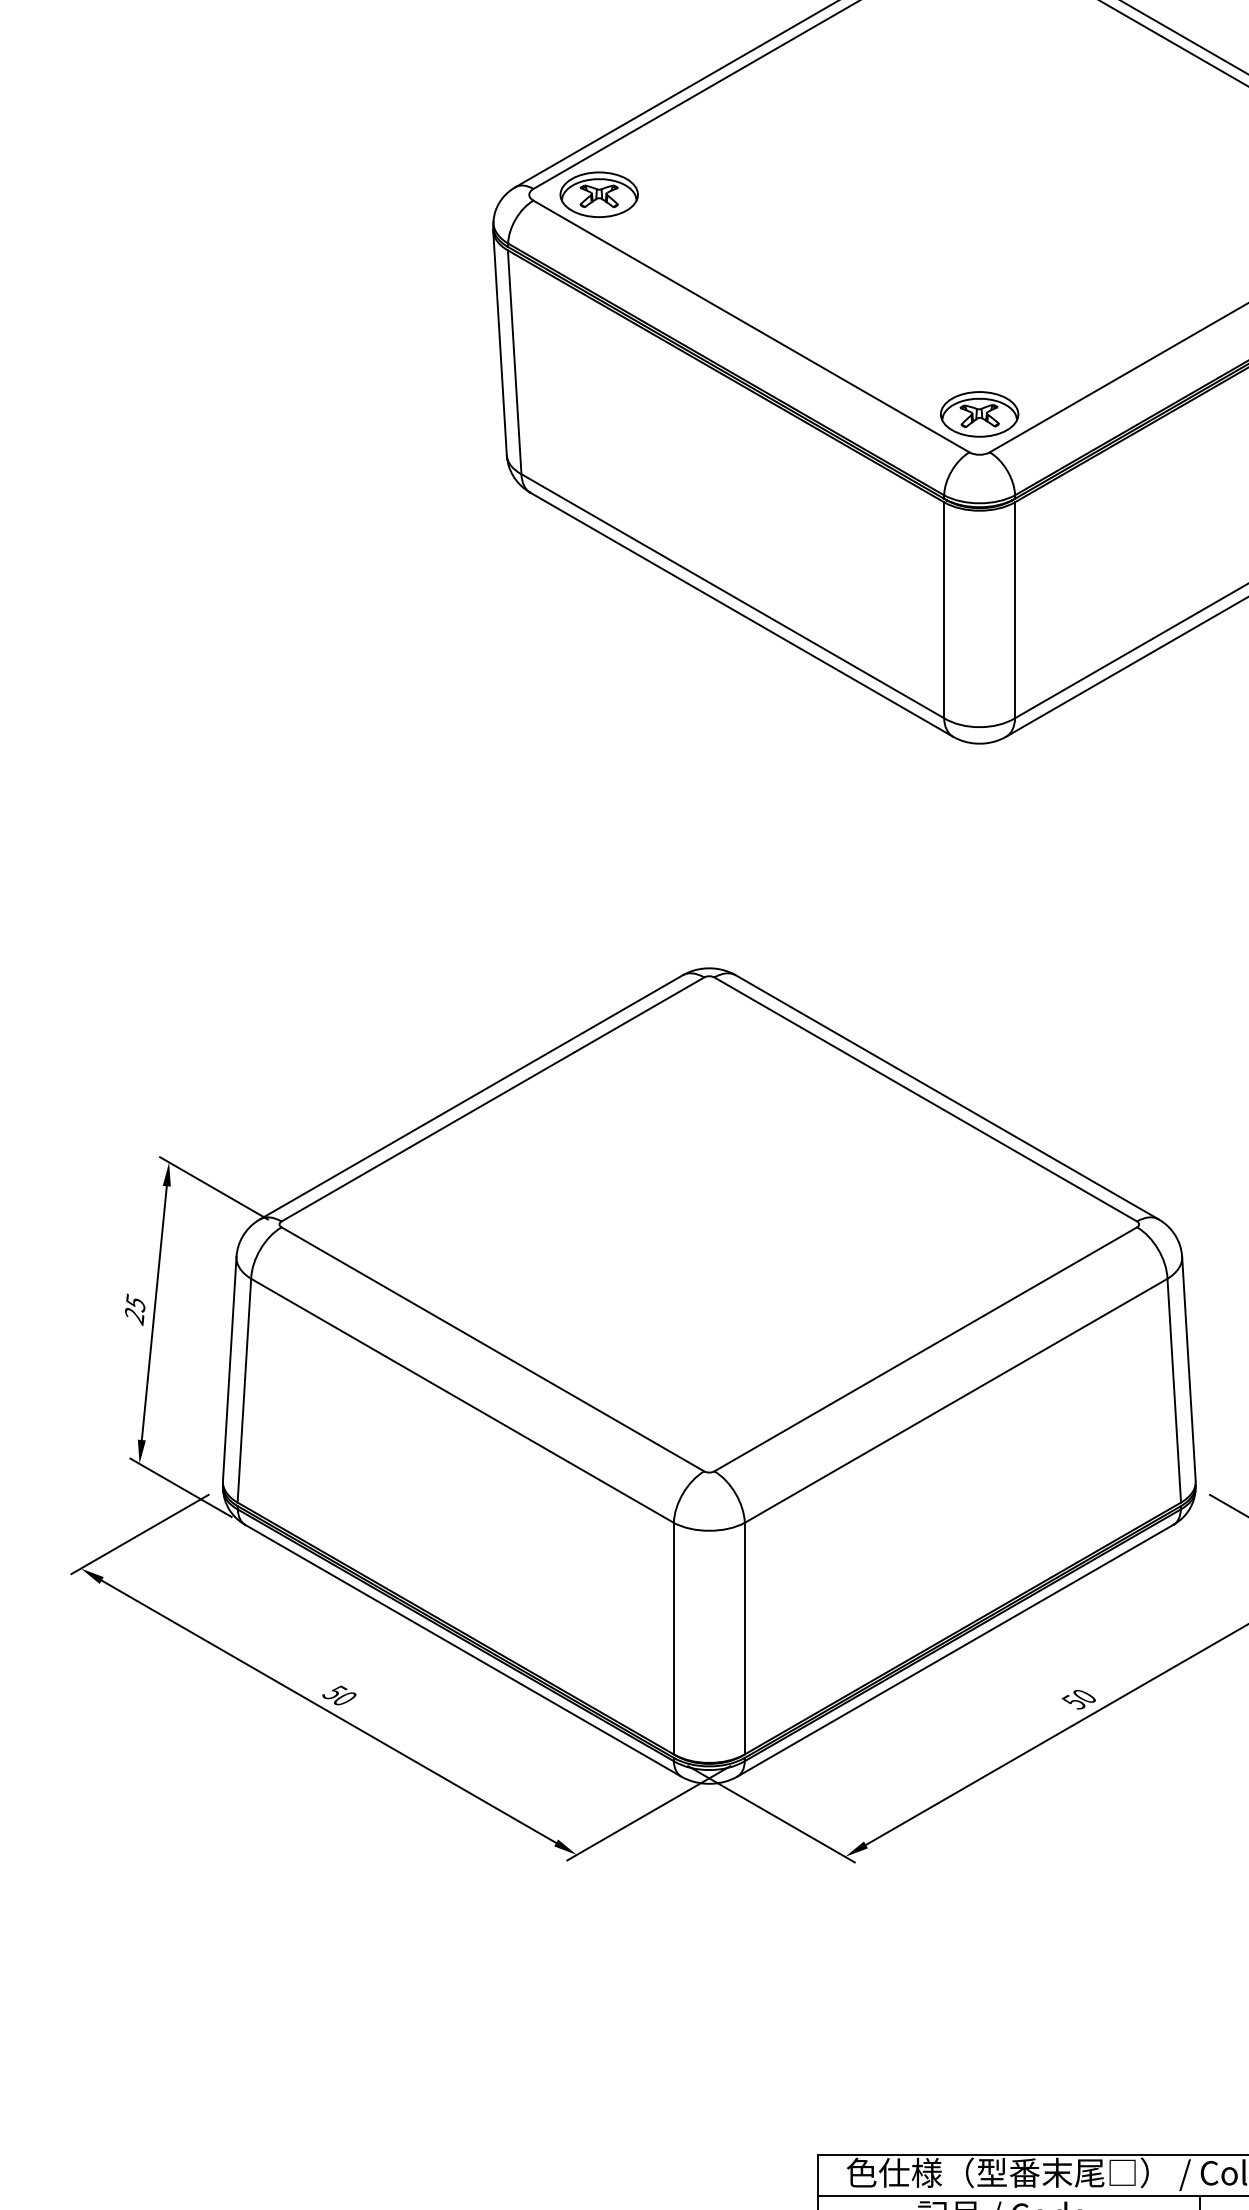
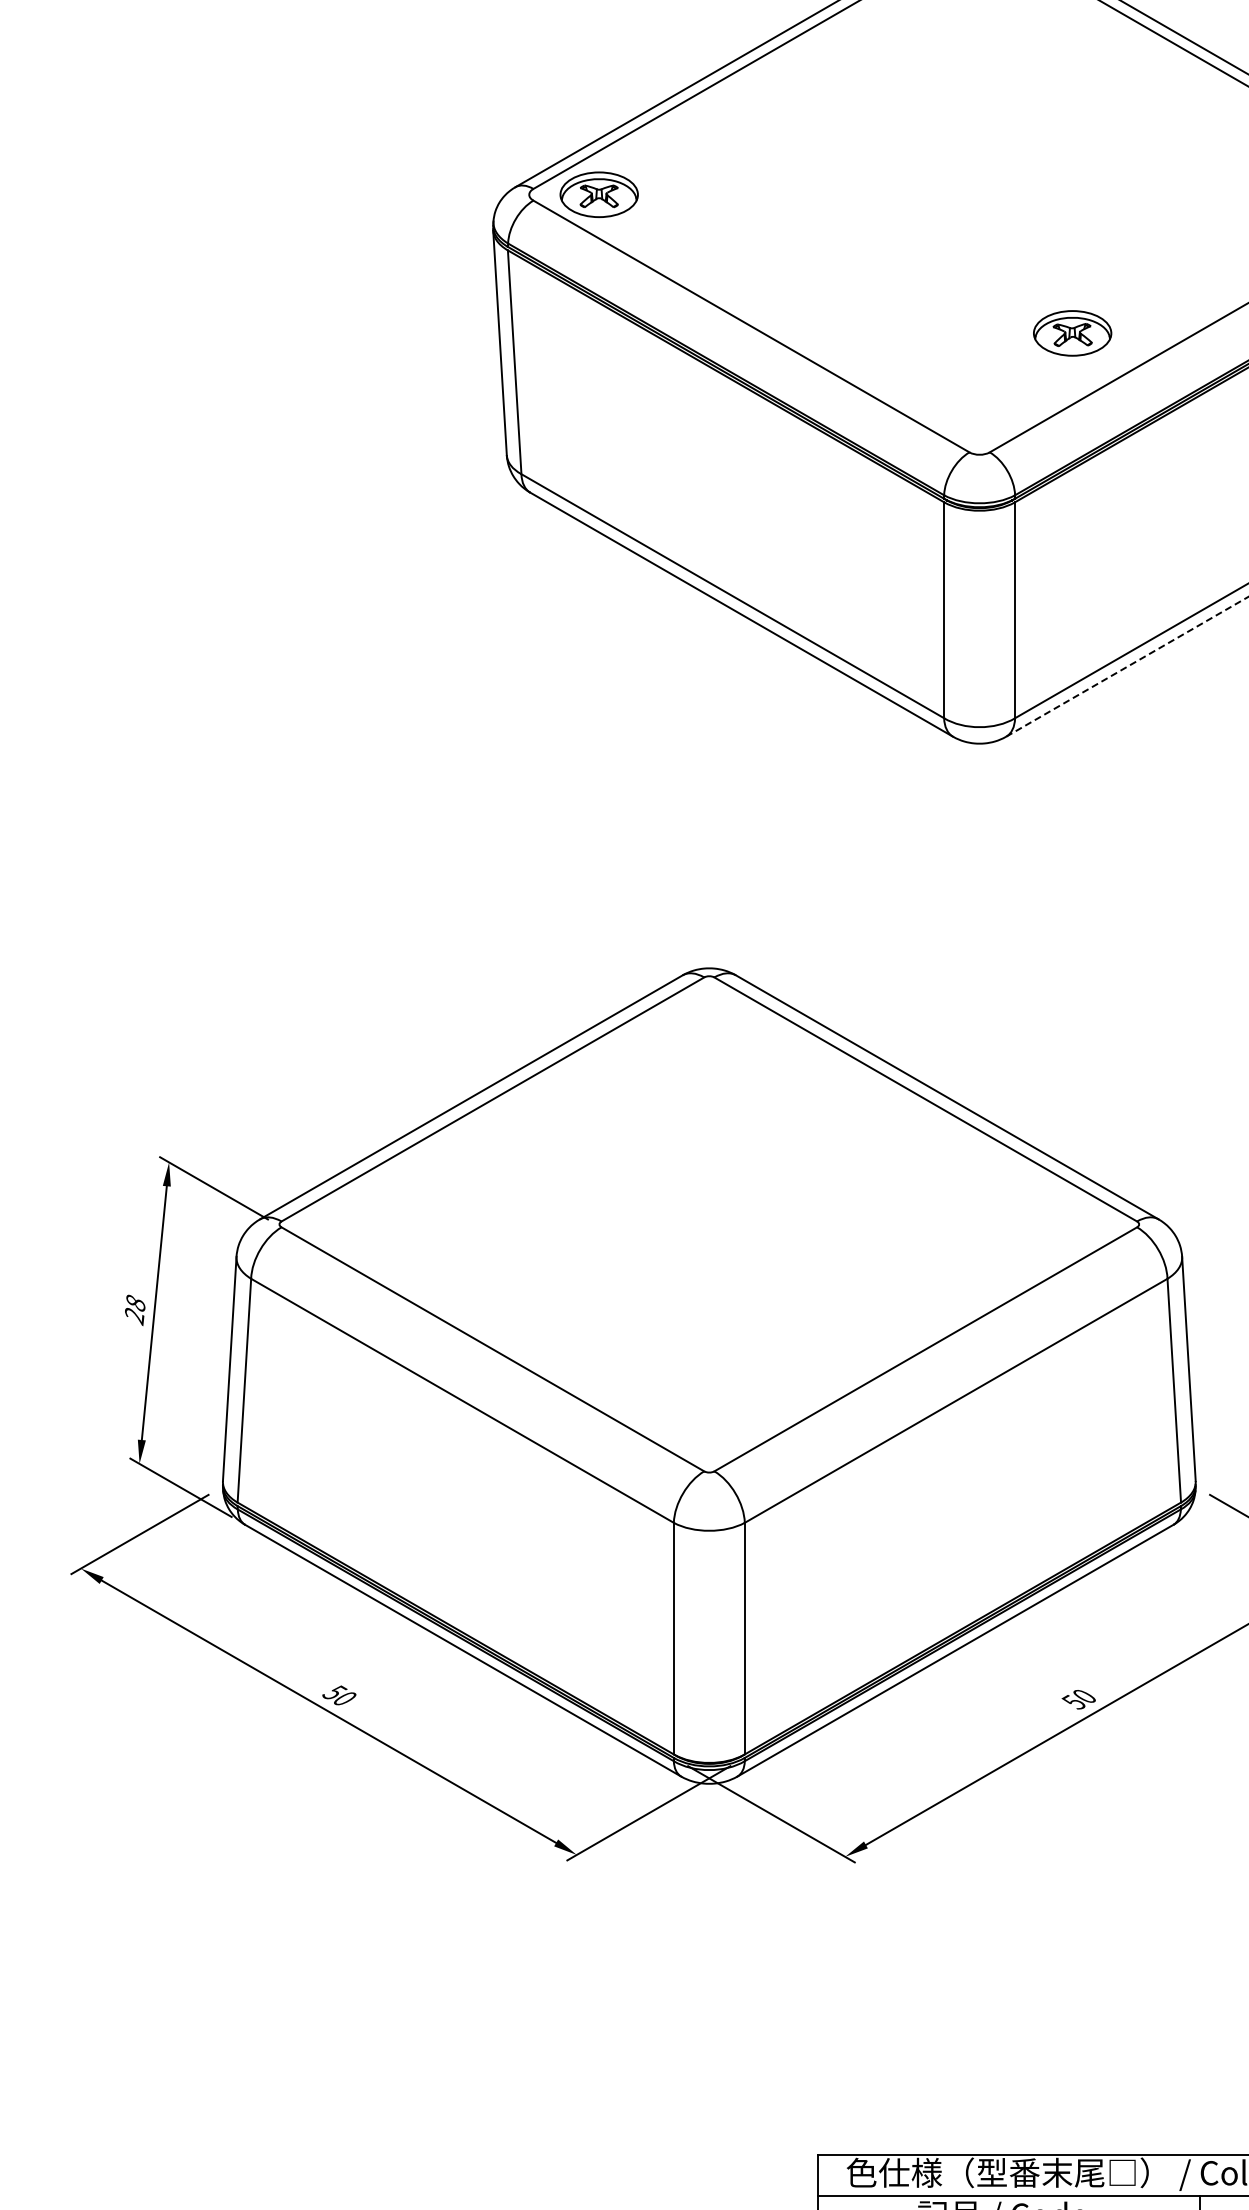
part at (979, 414) position: (979, 414) -> (1072, 333)
line at (1127, 666): solid -> dashed
text at (135, 1302): 25 -> 28
